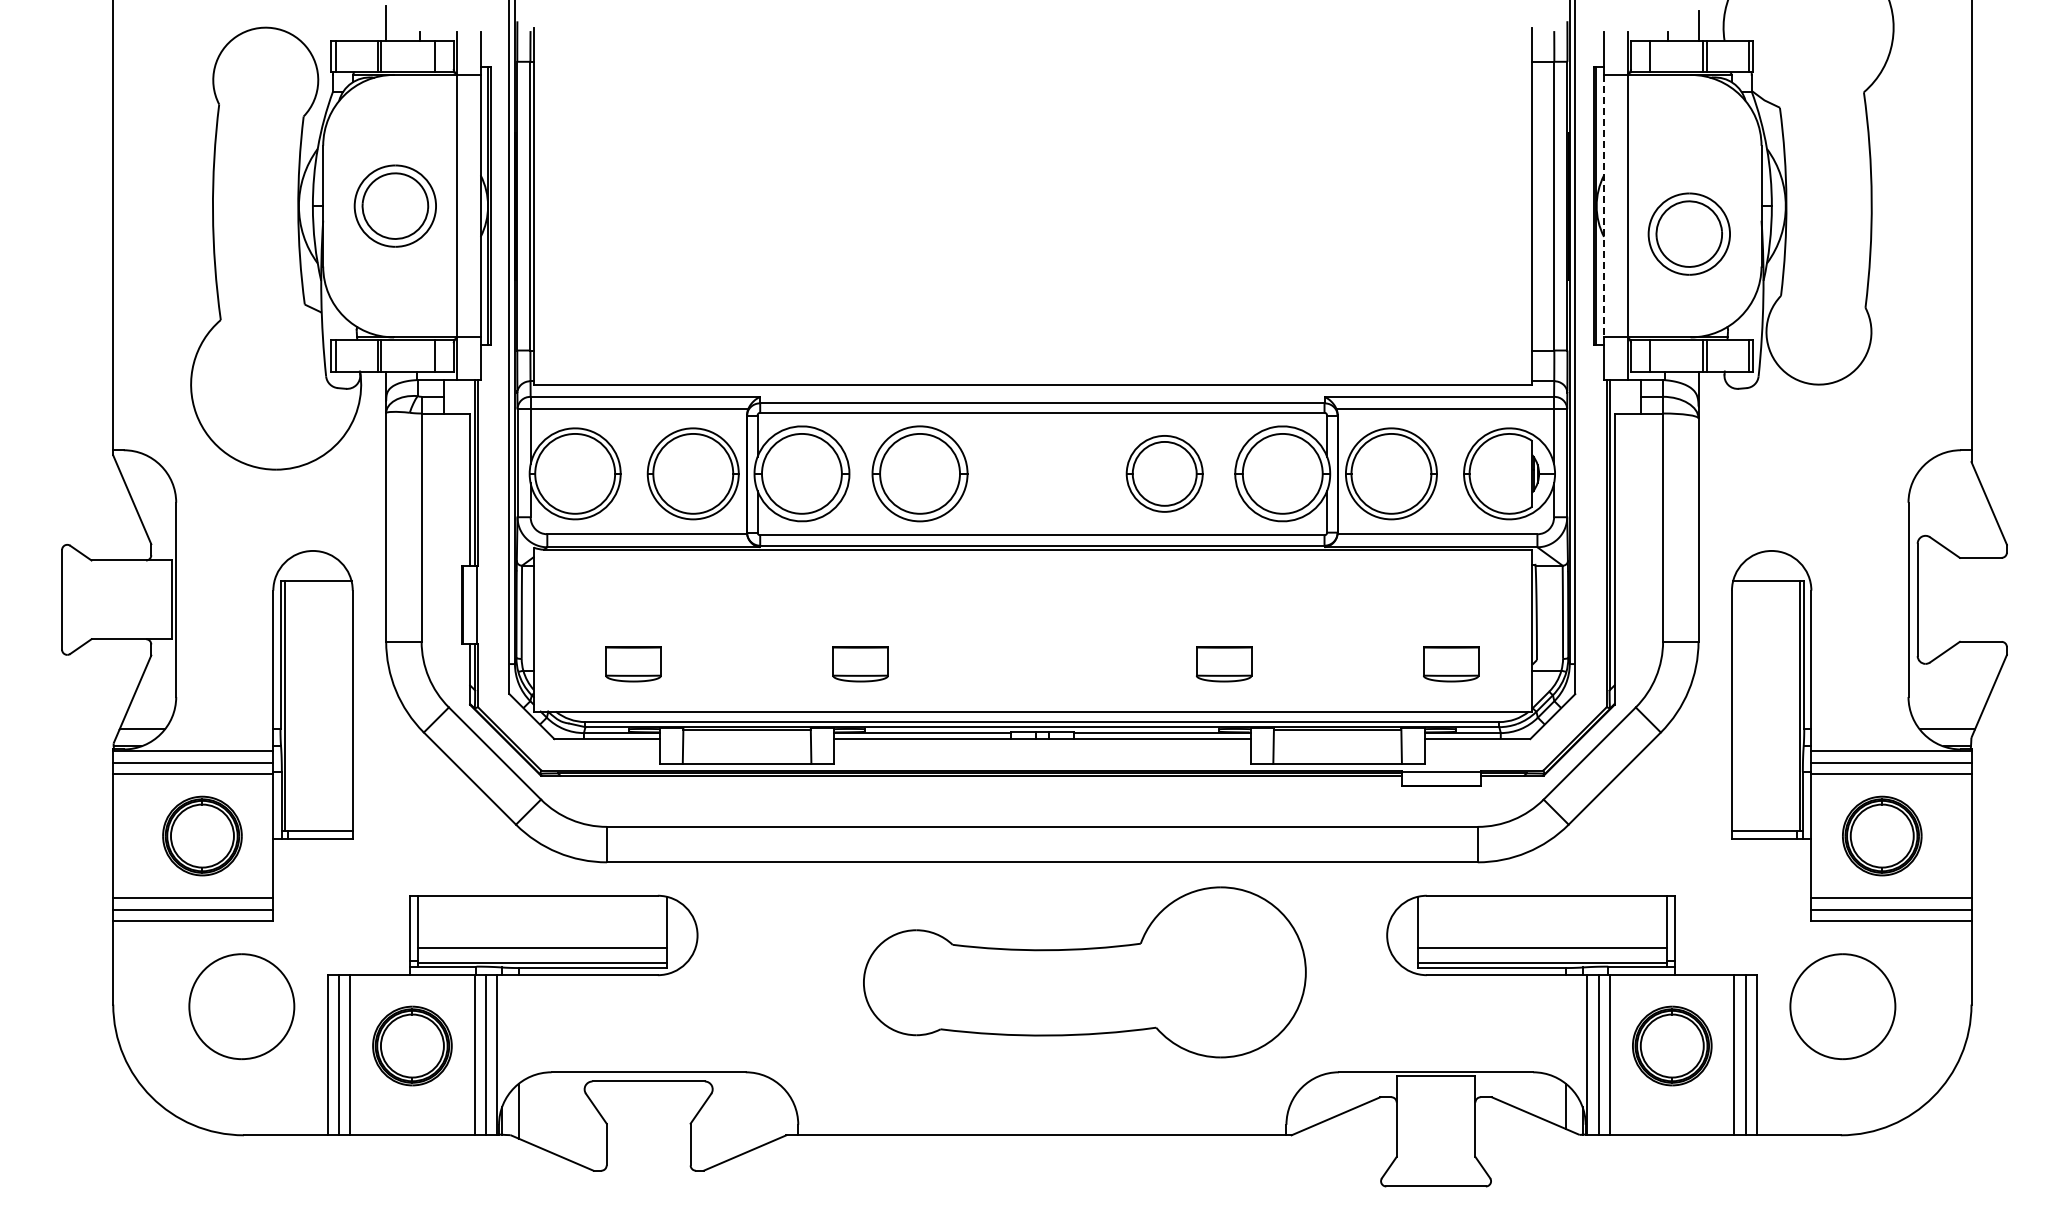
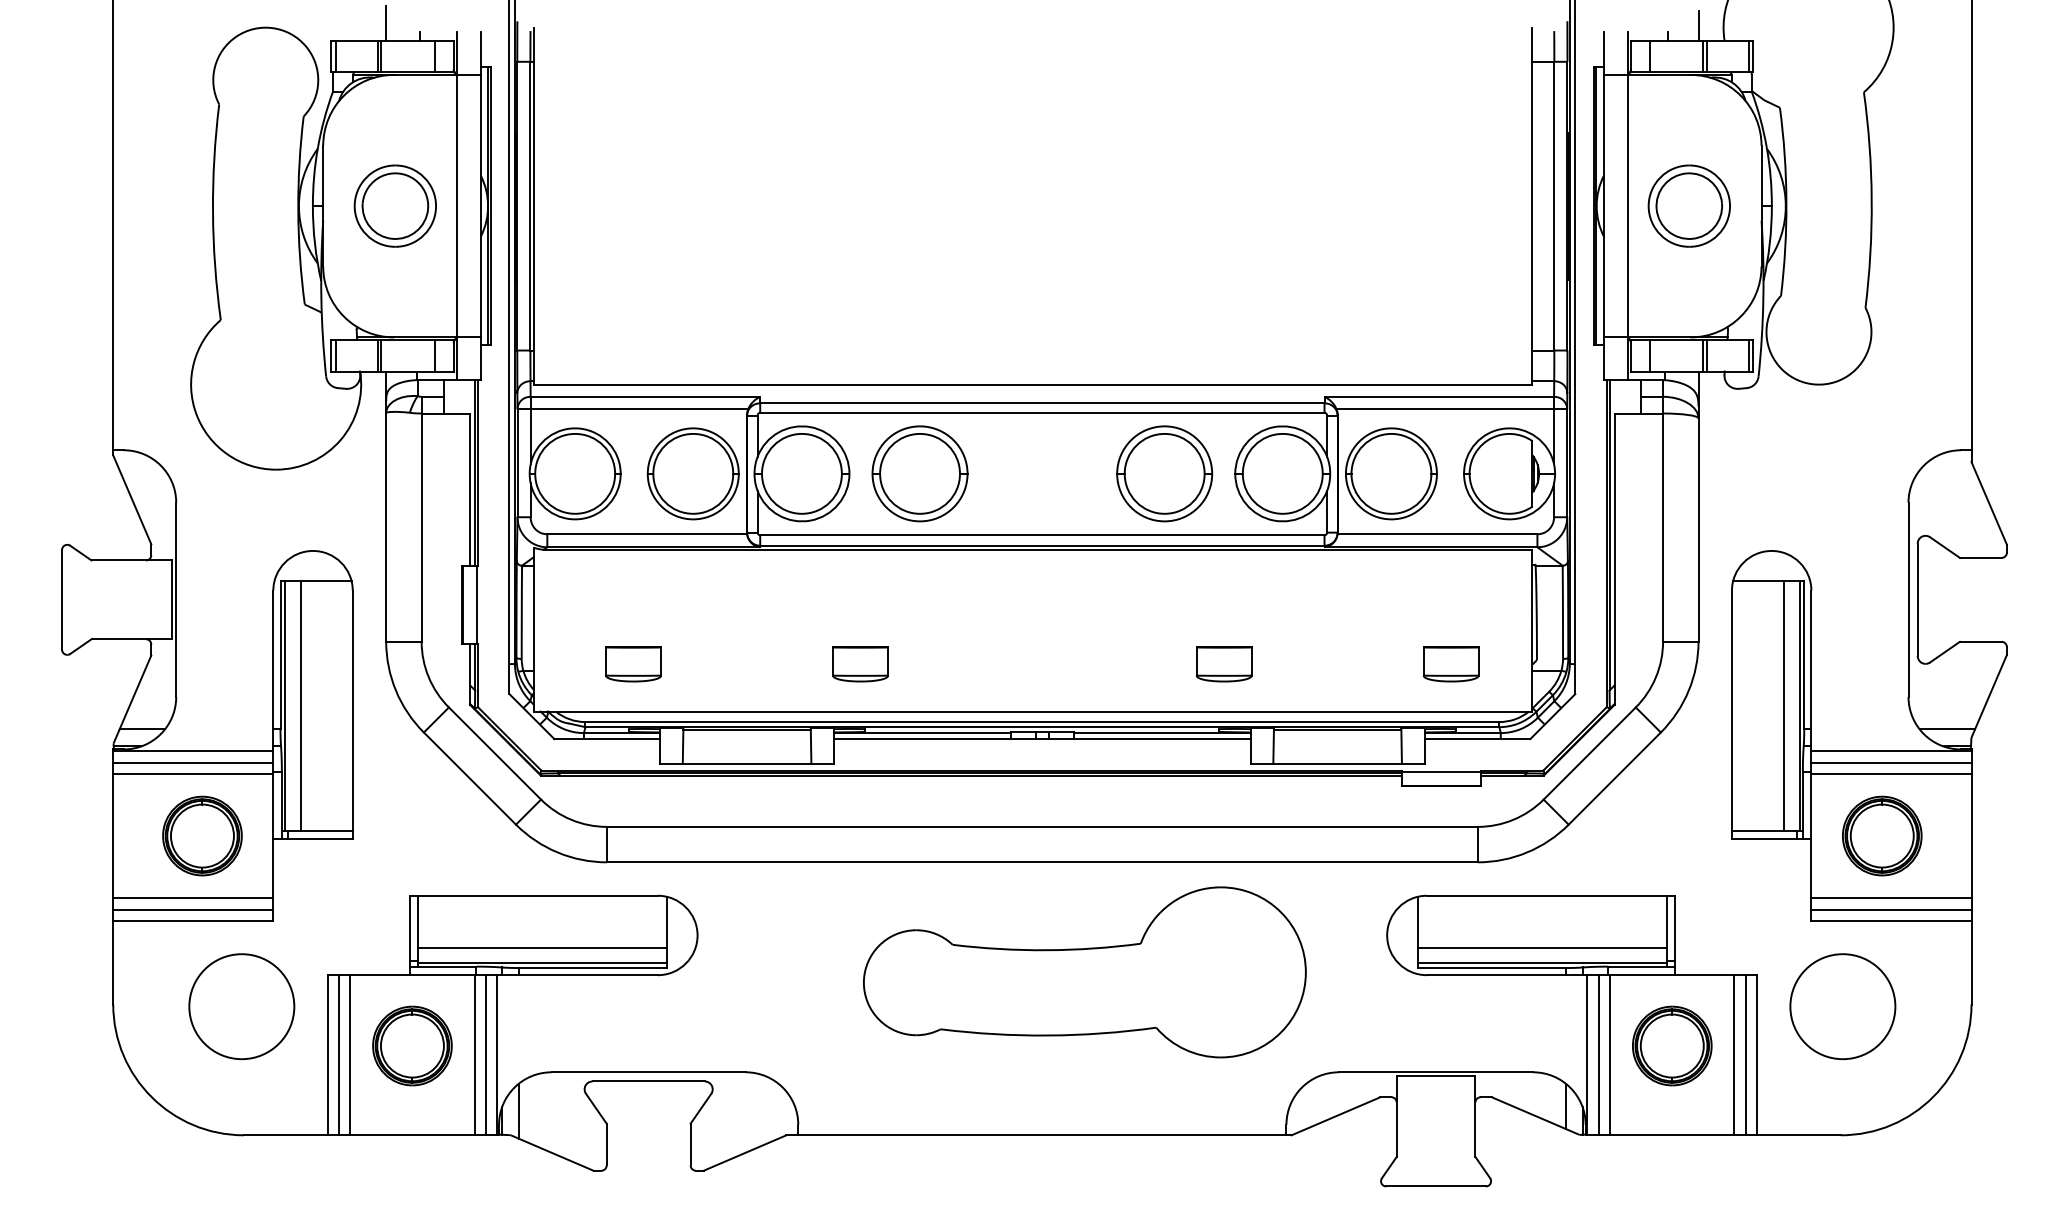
line at (1604, 206): dashed -> solid
part at (1688, 233) position: (1688, 233) -> (1688, 205)
part at (1164, 473) size: 79x78 px -> 98x98 px
line at (300, 705): none -> present
line at (1783, 705): none -> present
